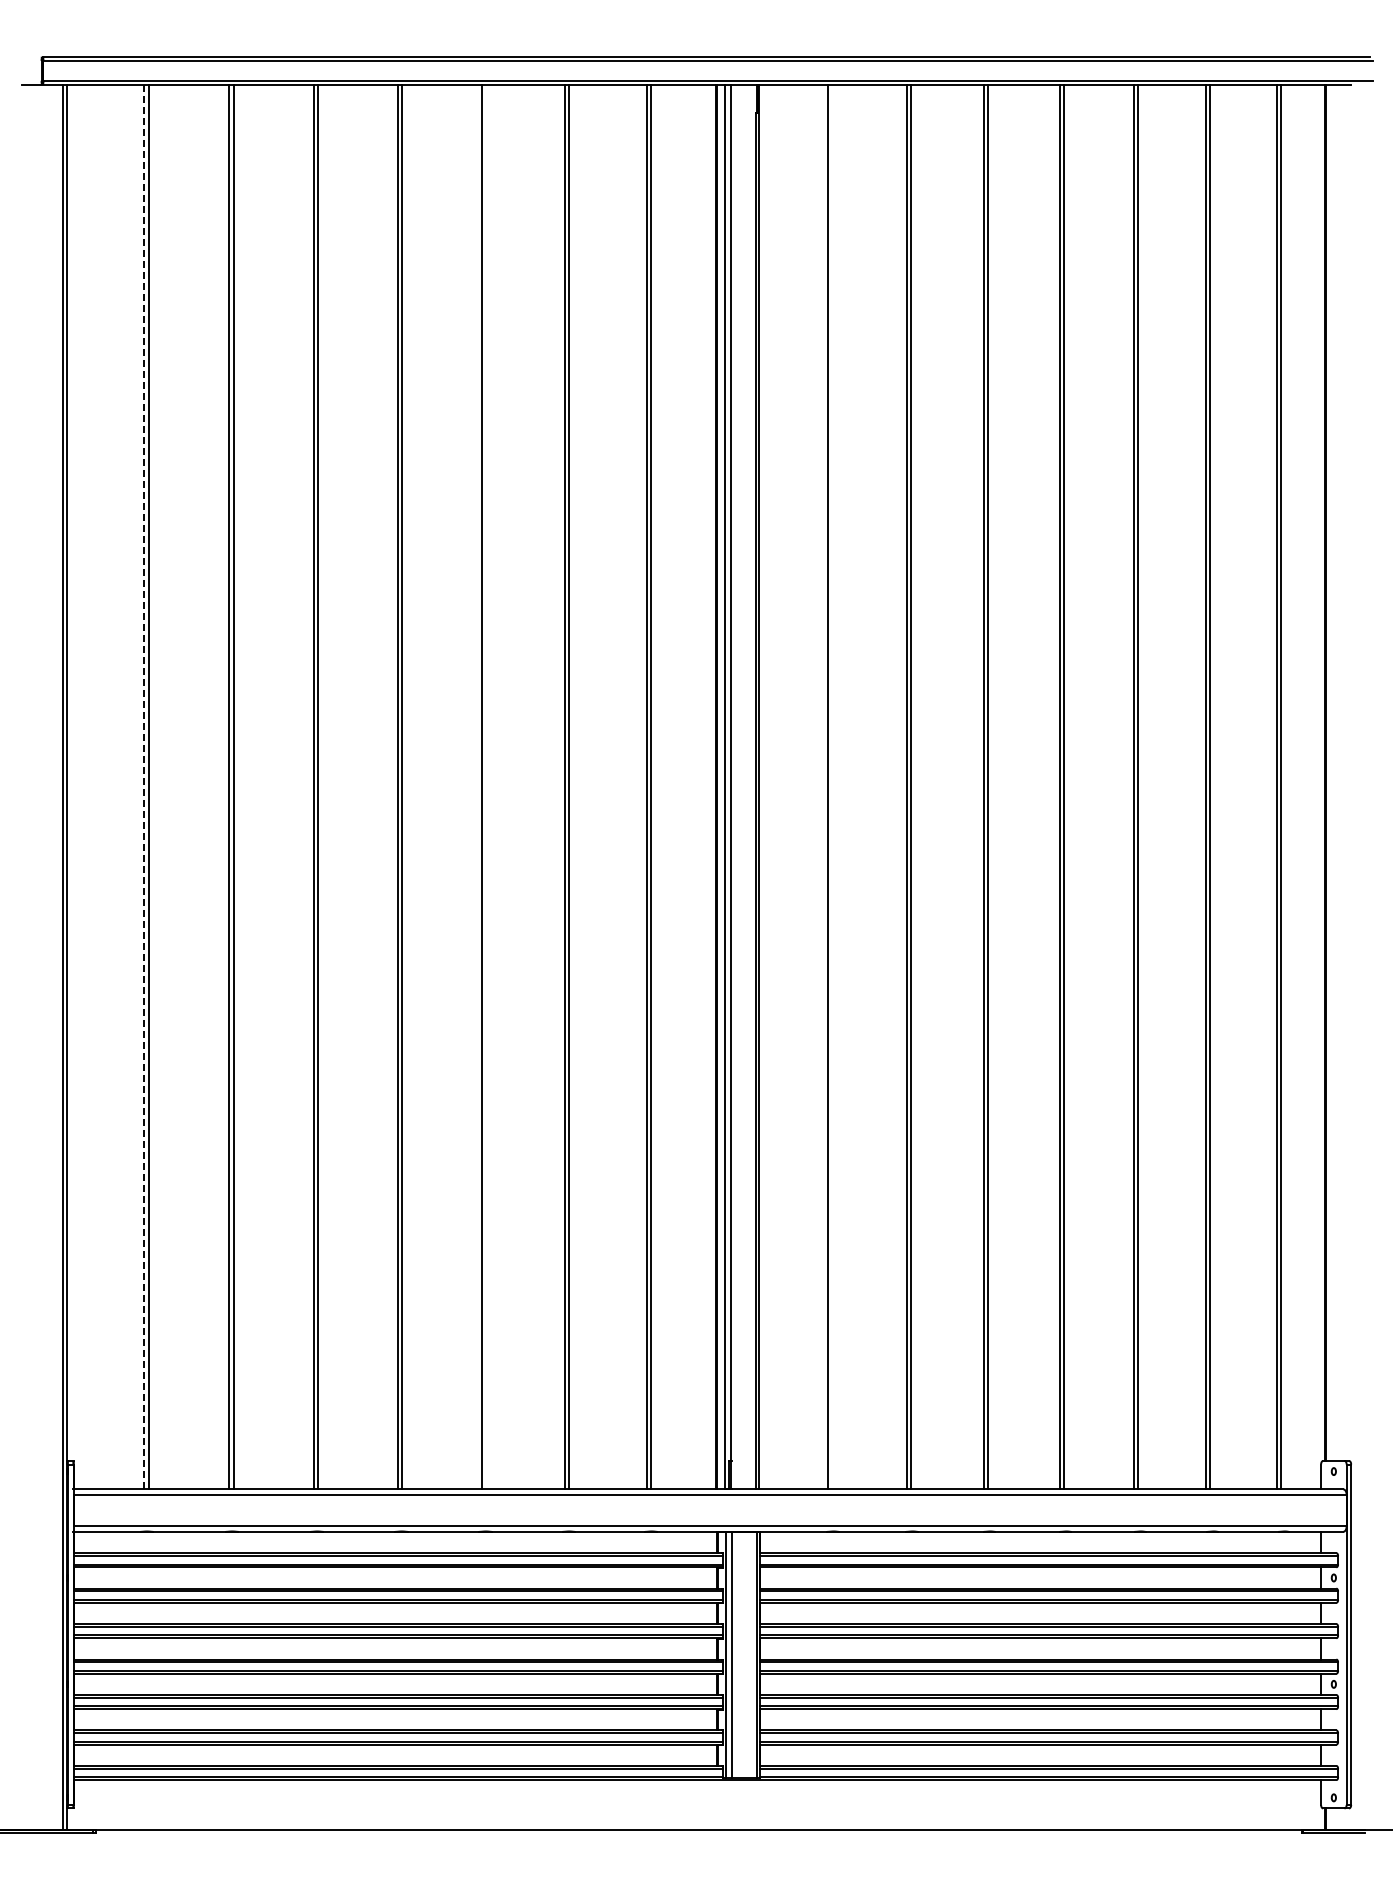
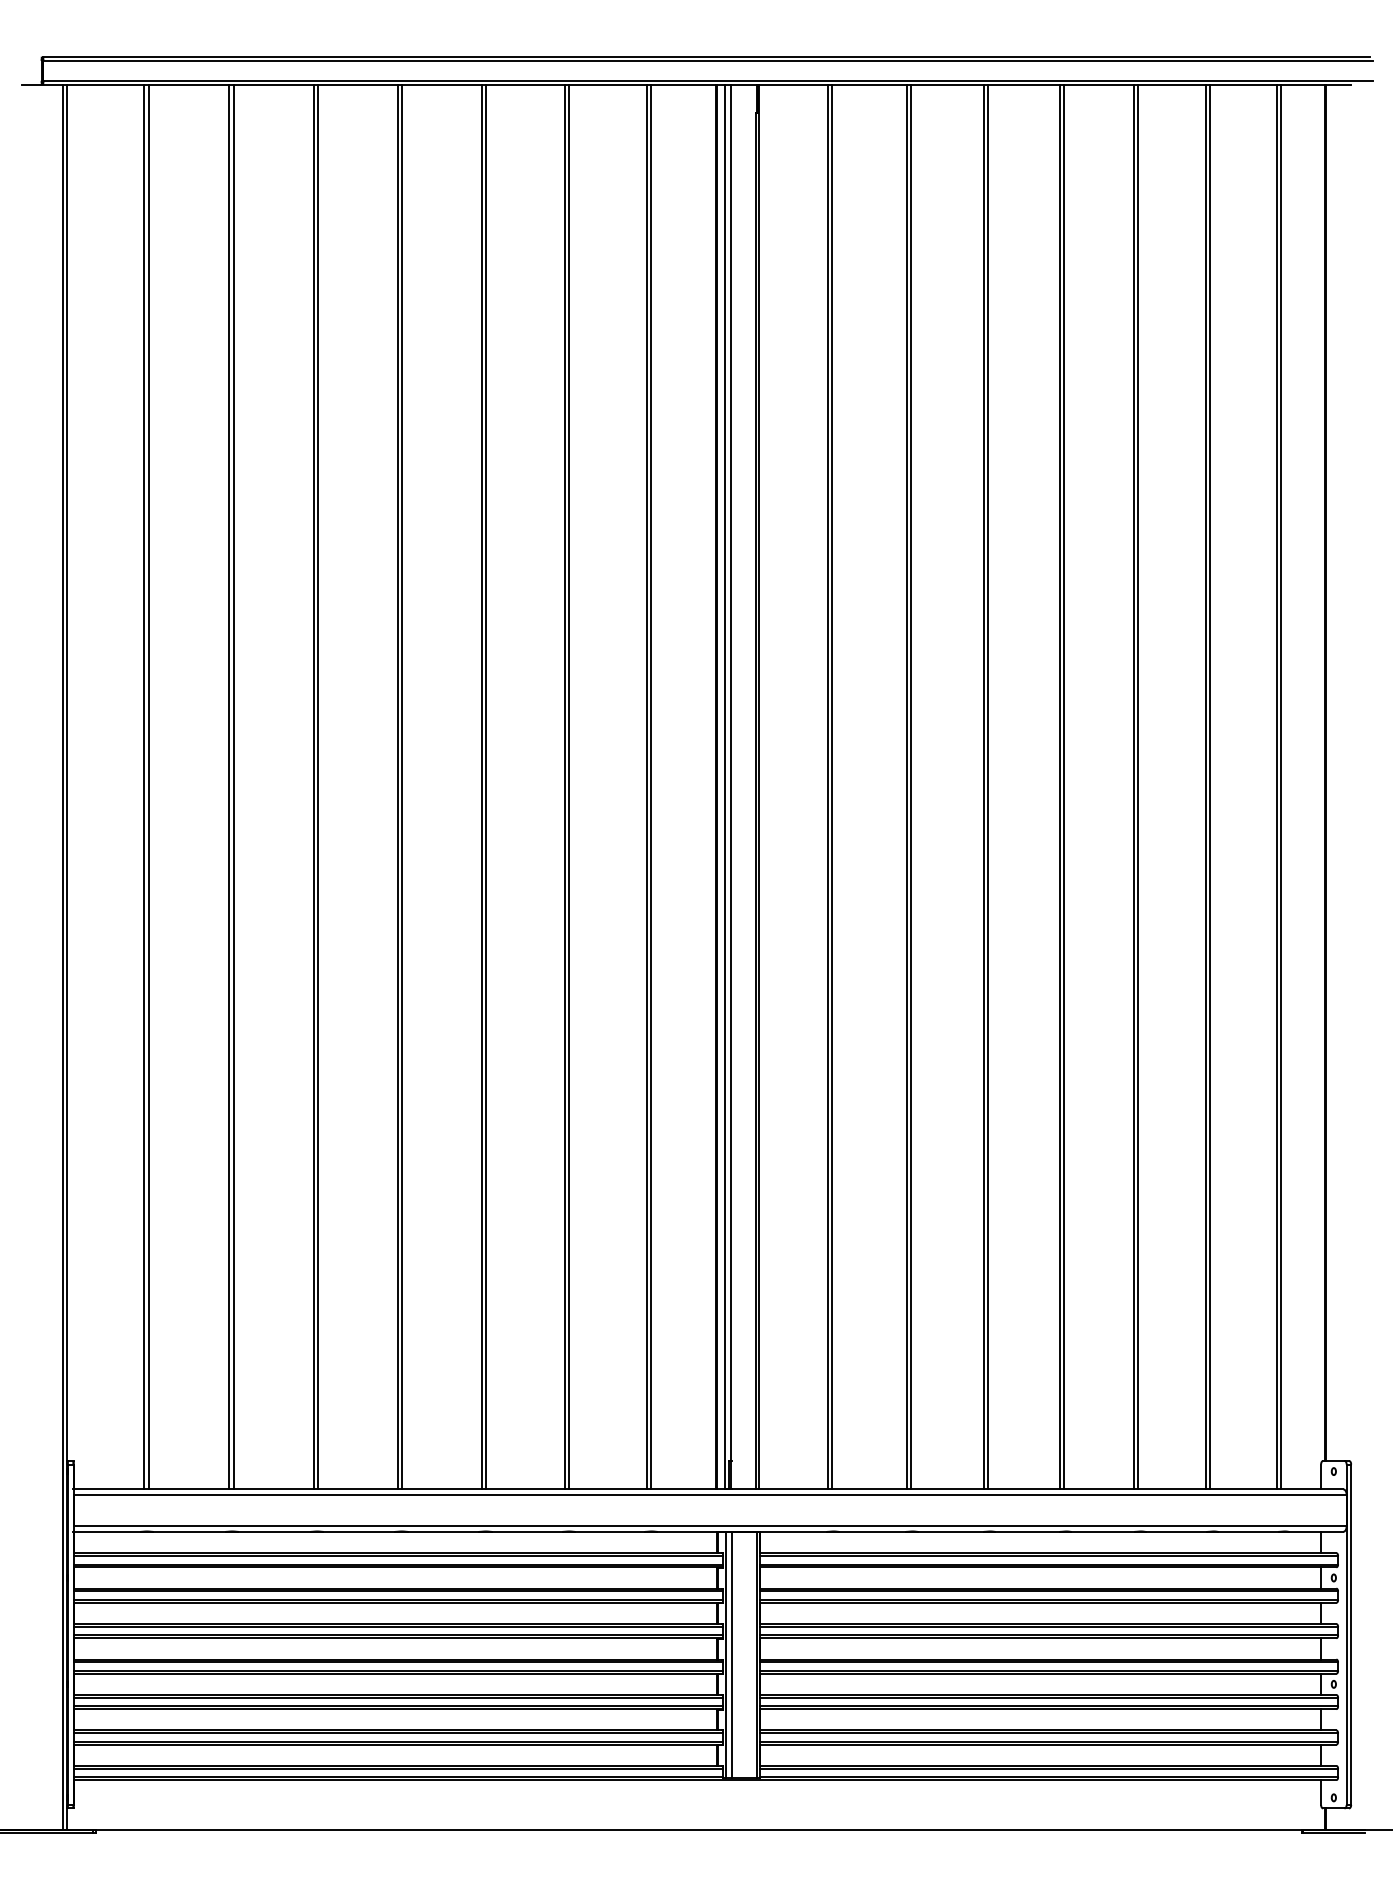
line at (144, 787): dashed -> solid
line at (485, 787): none -> present
line at (832, 787): none -> present
